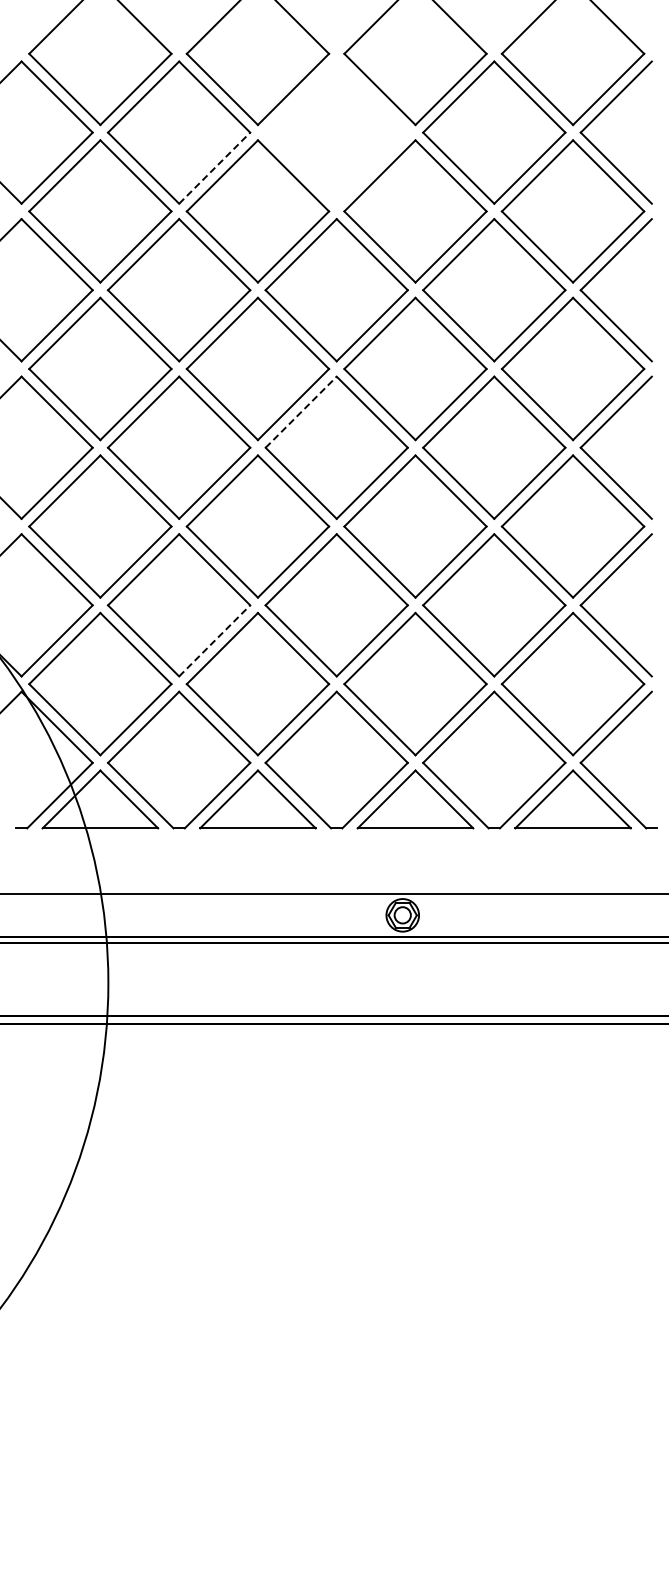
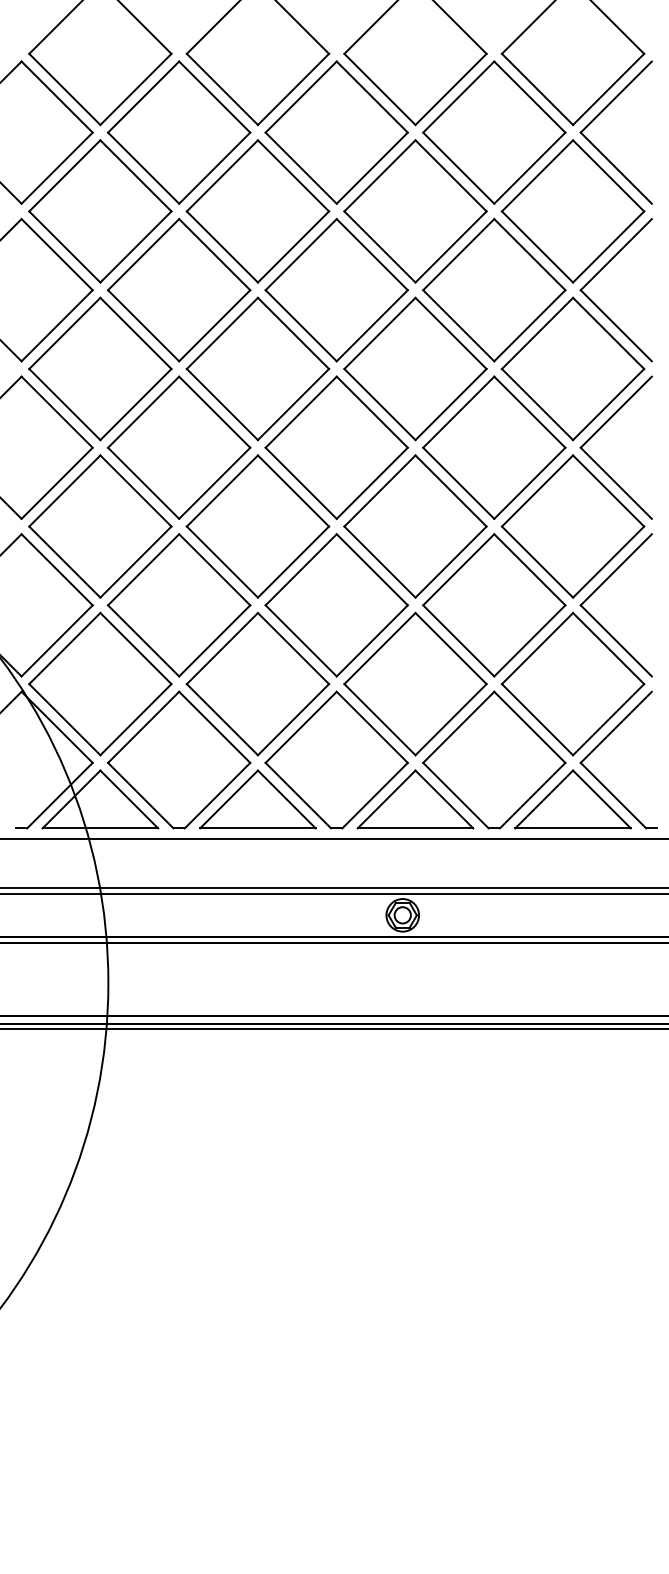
part at (336, 132): none -> present
line at (215, 167): dashed -> solid
line at (301, 411): dashed -> solid
line at (215, 640): dashed -> solid
line at (333, 839): none -> present
line at (333, 888): none -> present
line at (333, 1029): none -> present
